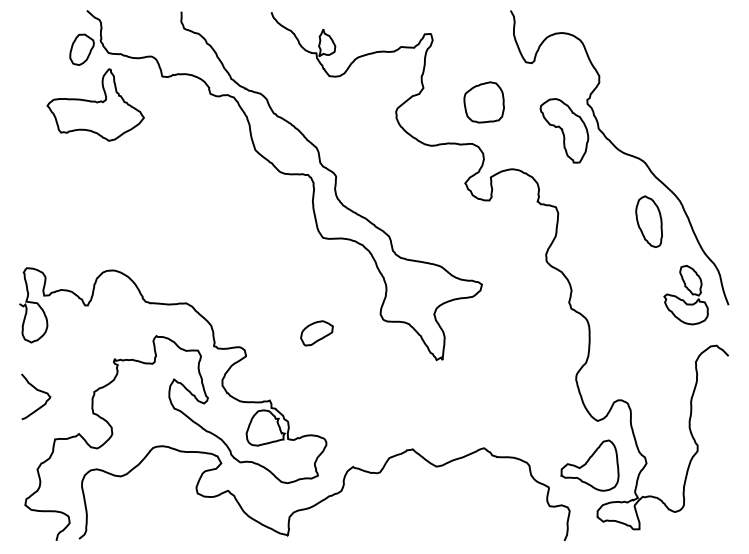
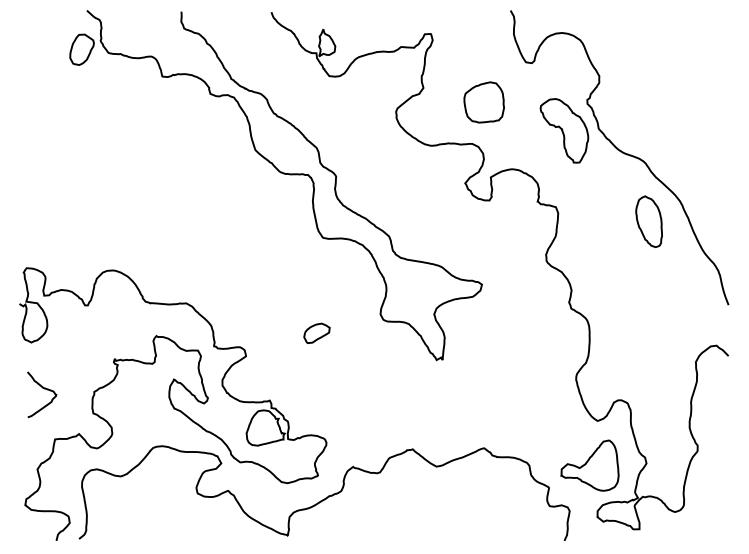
part at (95, 104): present -> none
part at (685, 295): present -> none
part at (316, 333) size: 34x27 px -> 28x22 px
curve at (38, 391) position: (38, 391) -> (44, 389)
